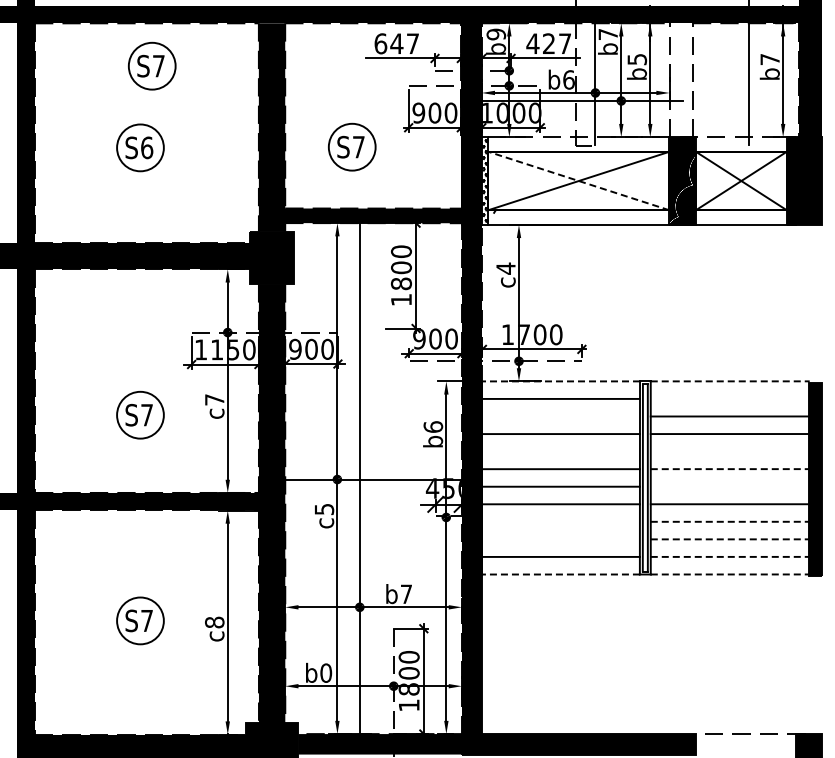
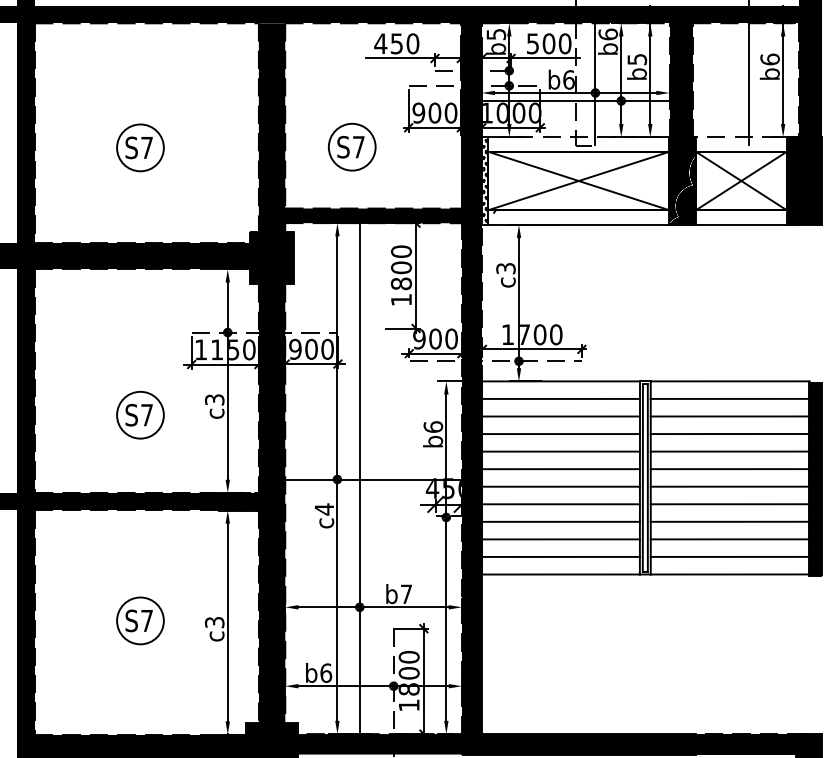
text at (495, 34): b9 -> b5
text at (608, 34): b7 -> b6
text at (396, 43): 647 -> 450
text at (548, 43): 427 -> 500
text at (769, 59): b7 -> b6
part at (152, 65): present -> none
fill at (680, 80): none -> present
text at (147, 147): S6 -> S7
line at (578, 180): dashed -> solid
text at (505, 268): c4 -> c3
line at (561, 381): dashed -> solid
line at (730, 381): dashed -> solid
line at (729, 398): none -> present
text at (214, 399): c7 -> c3
line at (560, 416): none -> present
line at (560, 451): none -> present
line at (729, 451): none -> present
line at (730, 469): dashed -> solid
line at (729, 486): none -> present
text at (324, 509): c5 -> c4
line at (560, 521): none -> present
line at (730, 521): dashed -> solid
line at (560, 539): none -> present
line at (730, 539): dashed -> solid
line at (730, 556): dashed -> solid
line at (560, 574): dashed -> solid
line at (730, 574): dashed -> solid
text at (214, 622): c8 -> c3
text at (326, 672): b0 -> b6
fill at (745, 744): none -> present
